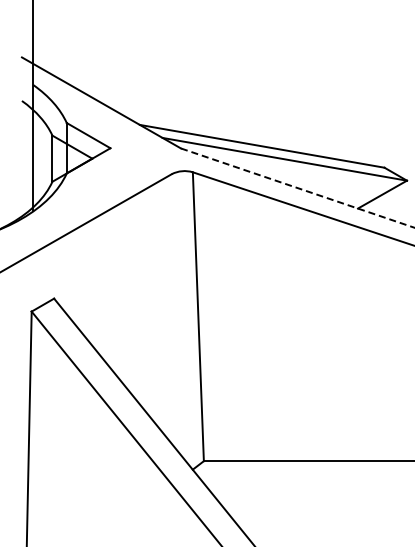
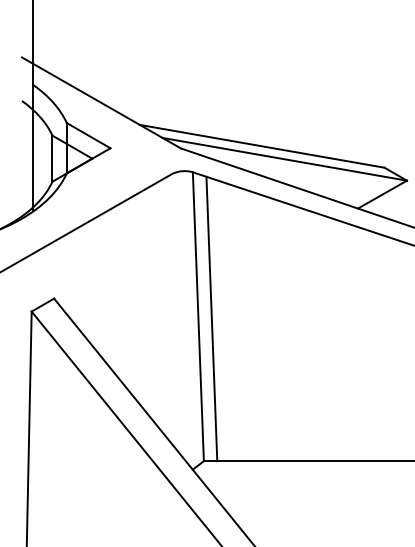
line at (298, 188): dashed -> solid
line at (211, 318): none -> present
